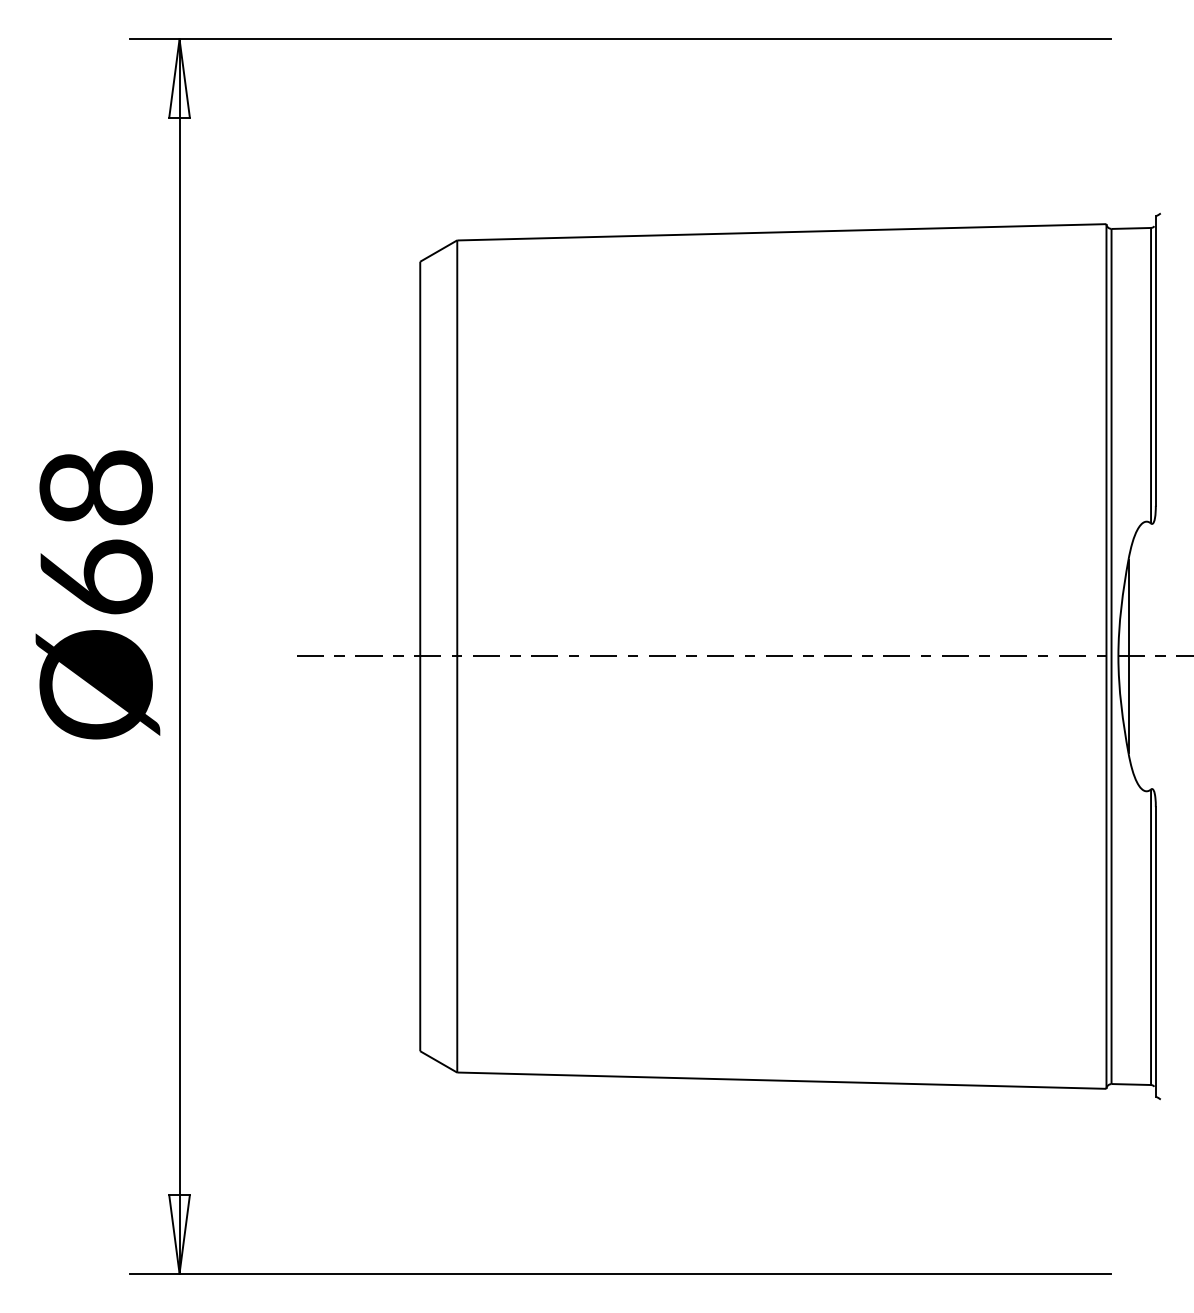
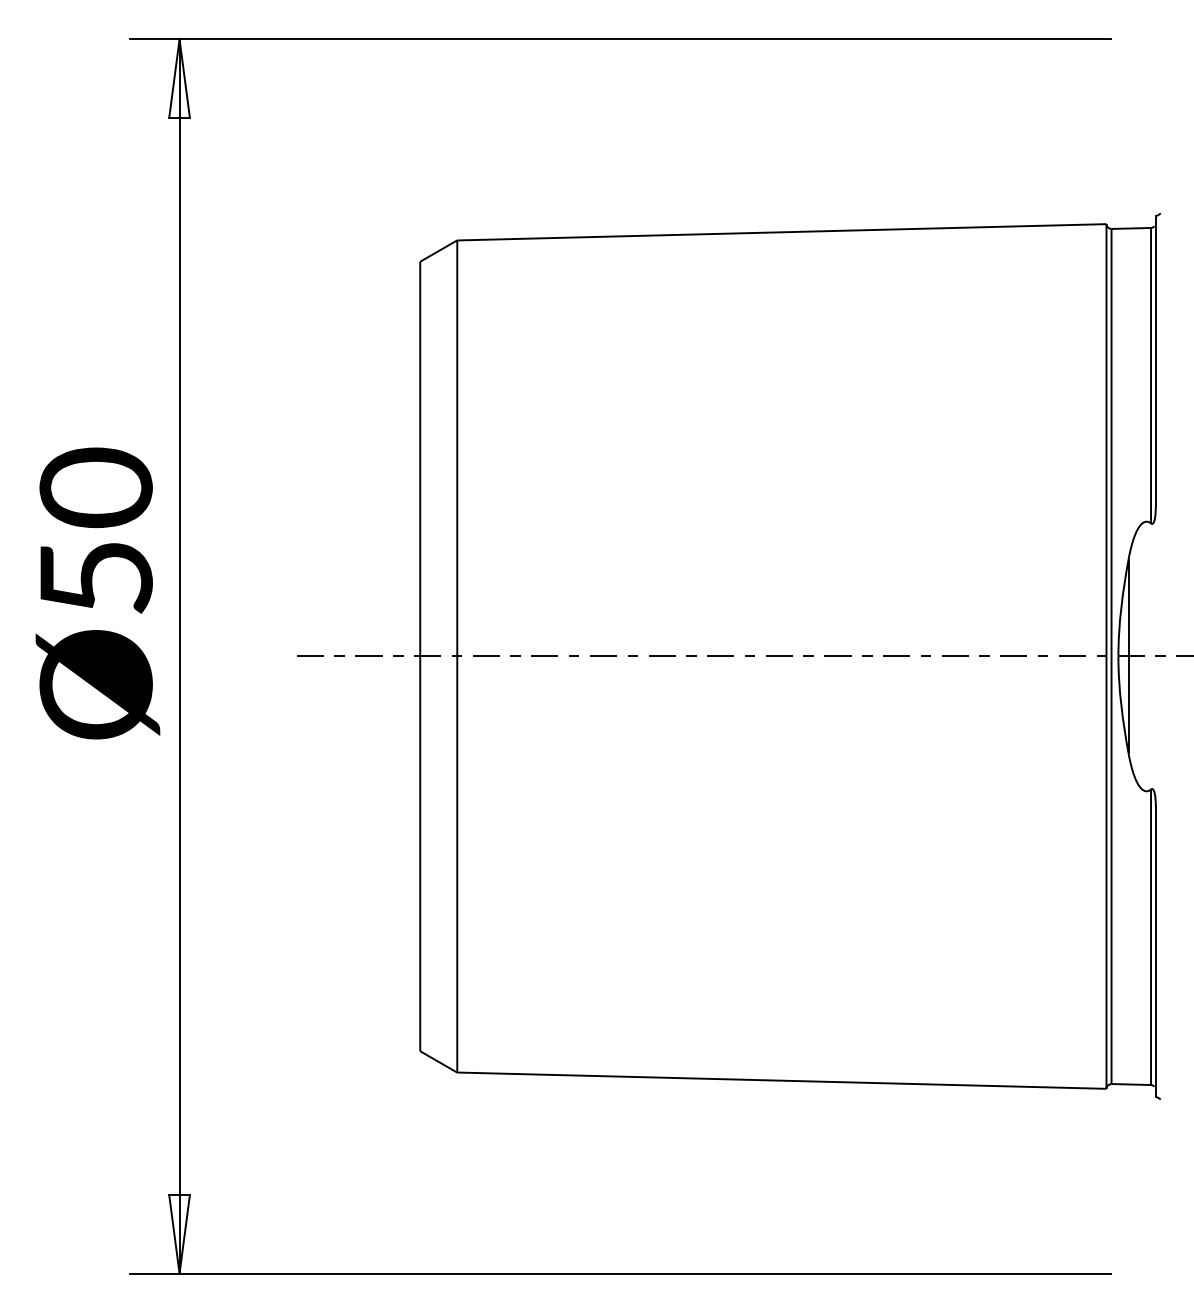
text at (96, 530): Ø68 -> Ø50
